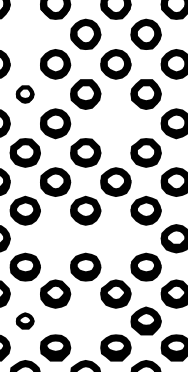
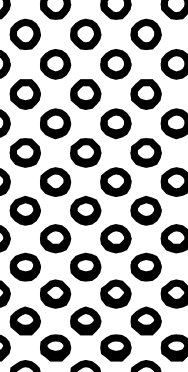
part at (24, 33): none -> present
part at (24, 94) size: 20x19 px -> 32x31 px
part at (115, 123): none -> present
part at (55, 238): none -> present
part at (115, 238): none -> present
part at (24, 320) size: 20x18 px -> 32x30 px
part at (85, 320): none -> present
